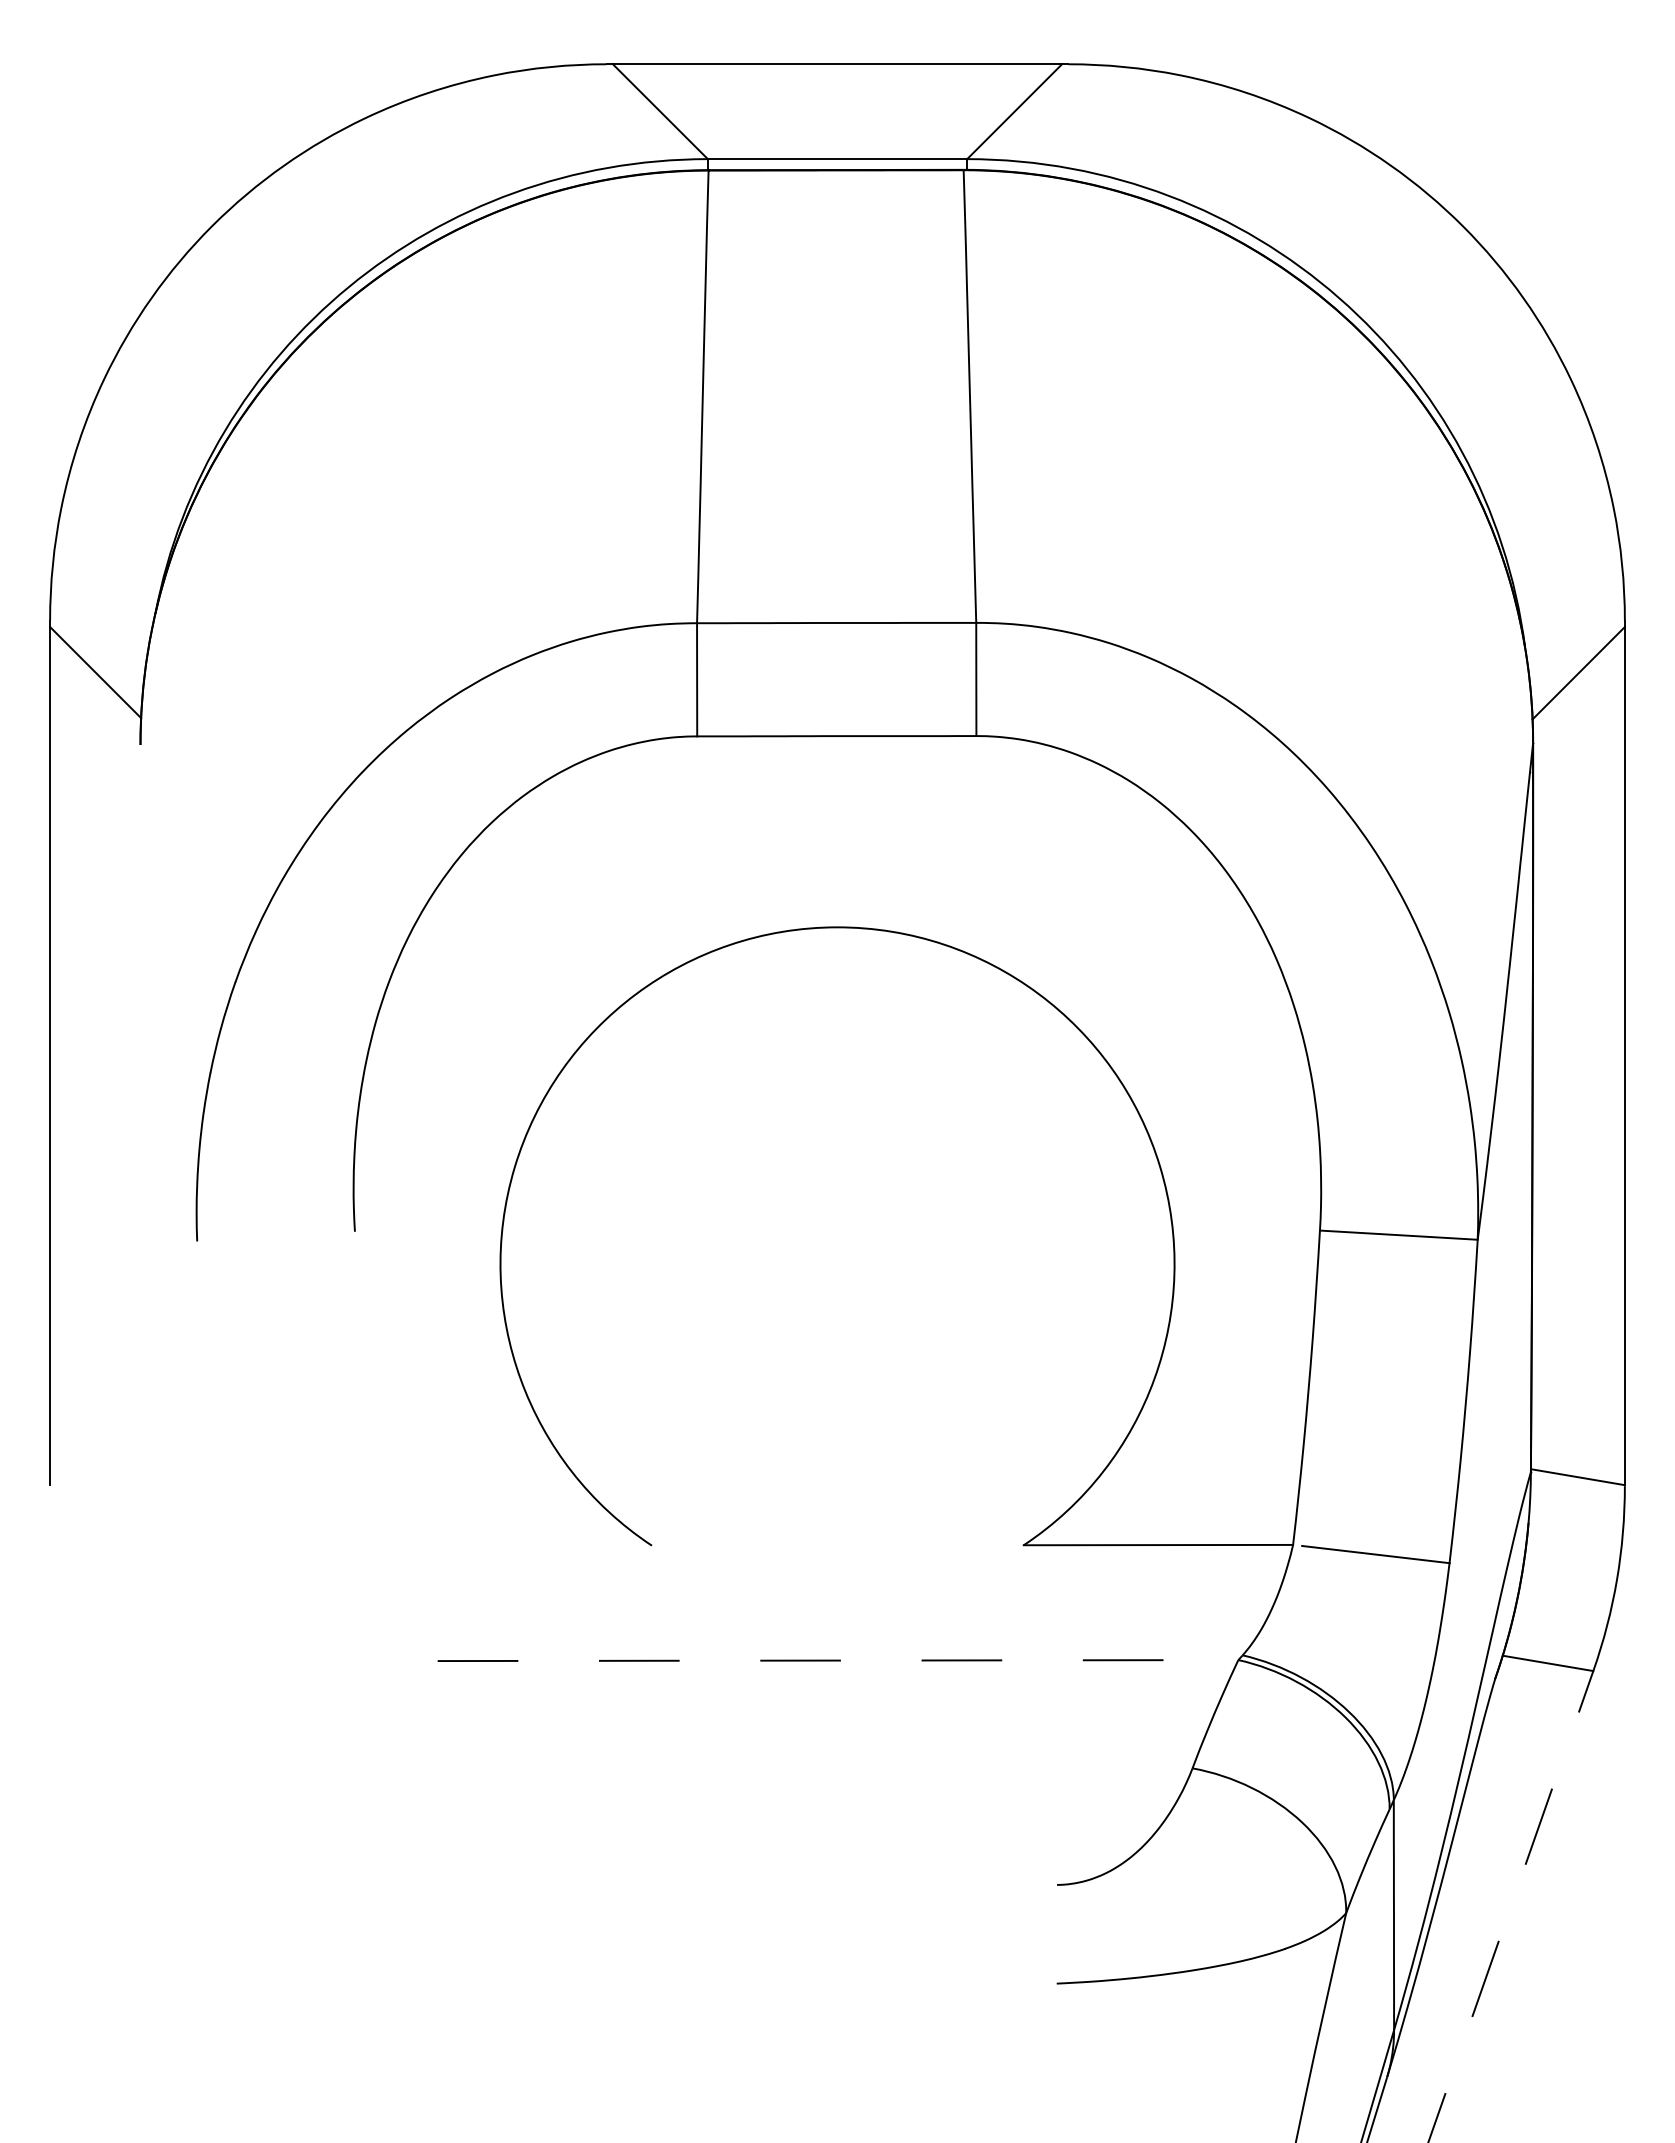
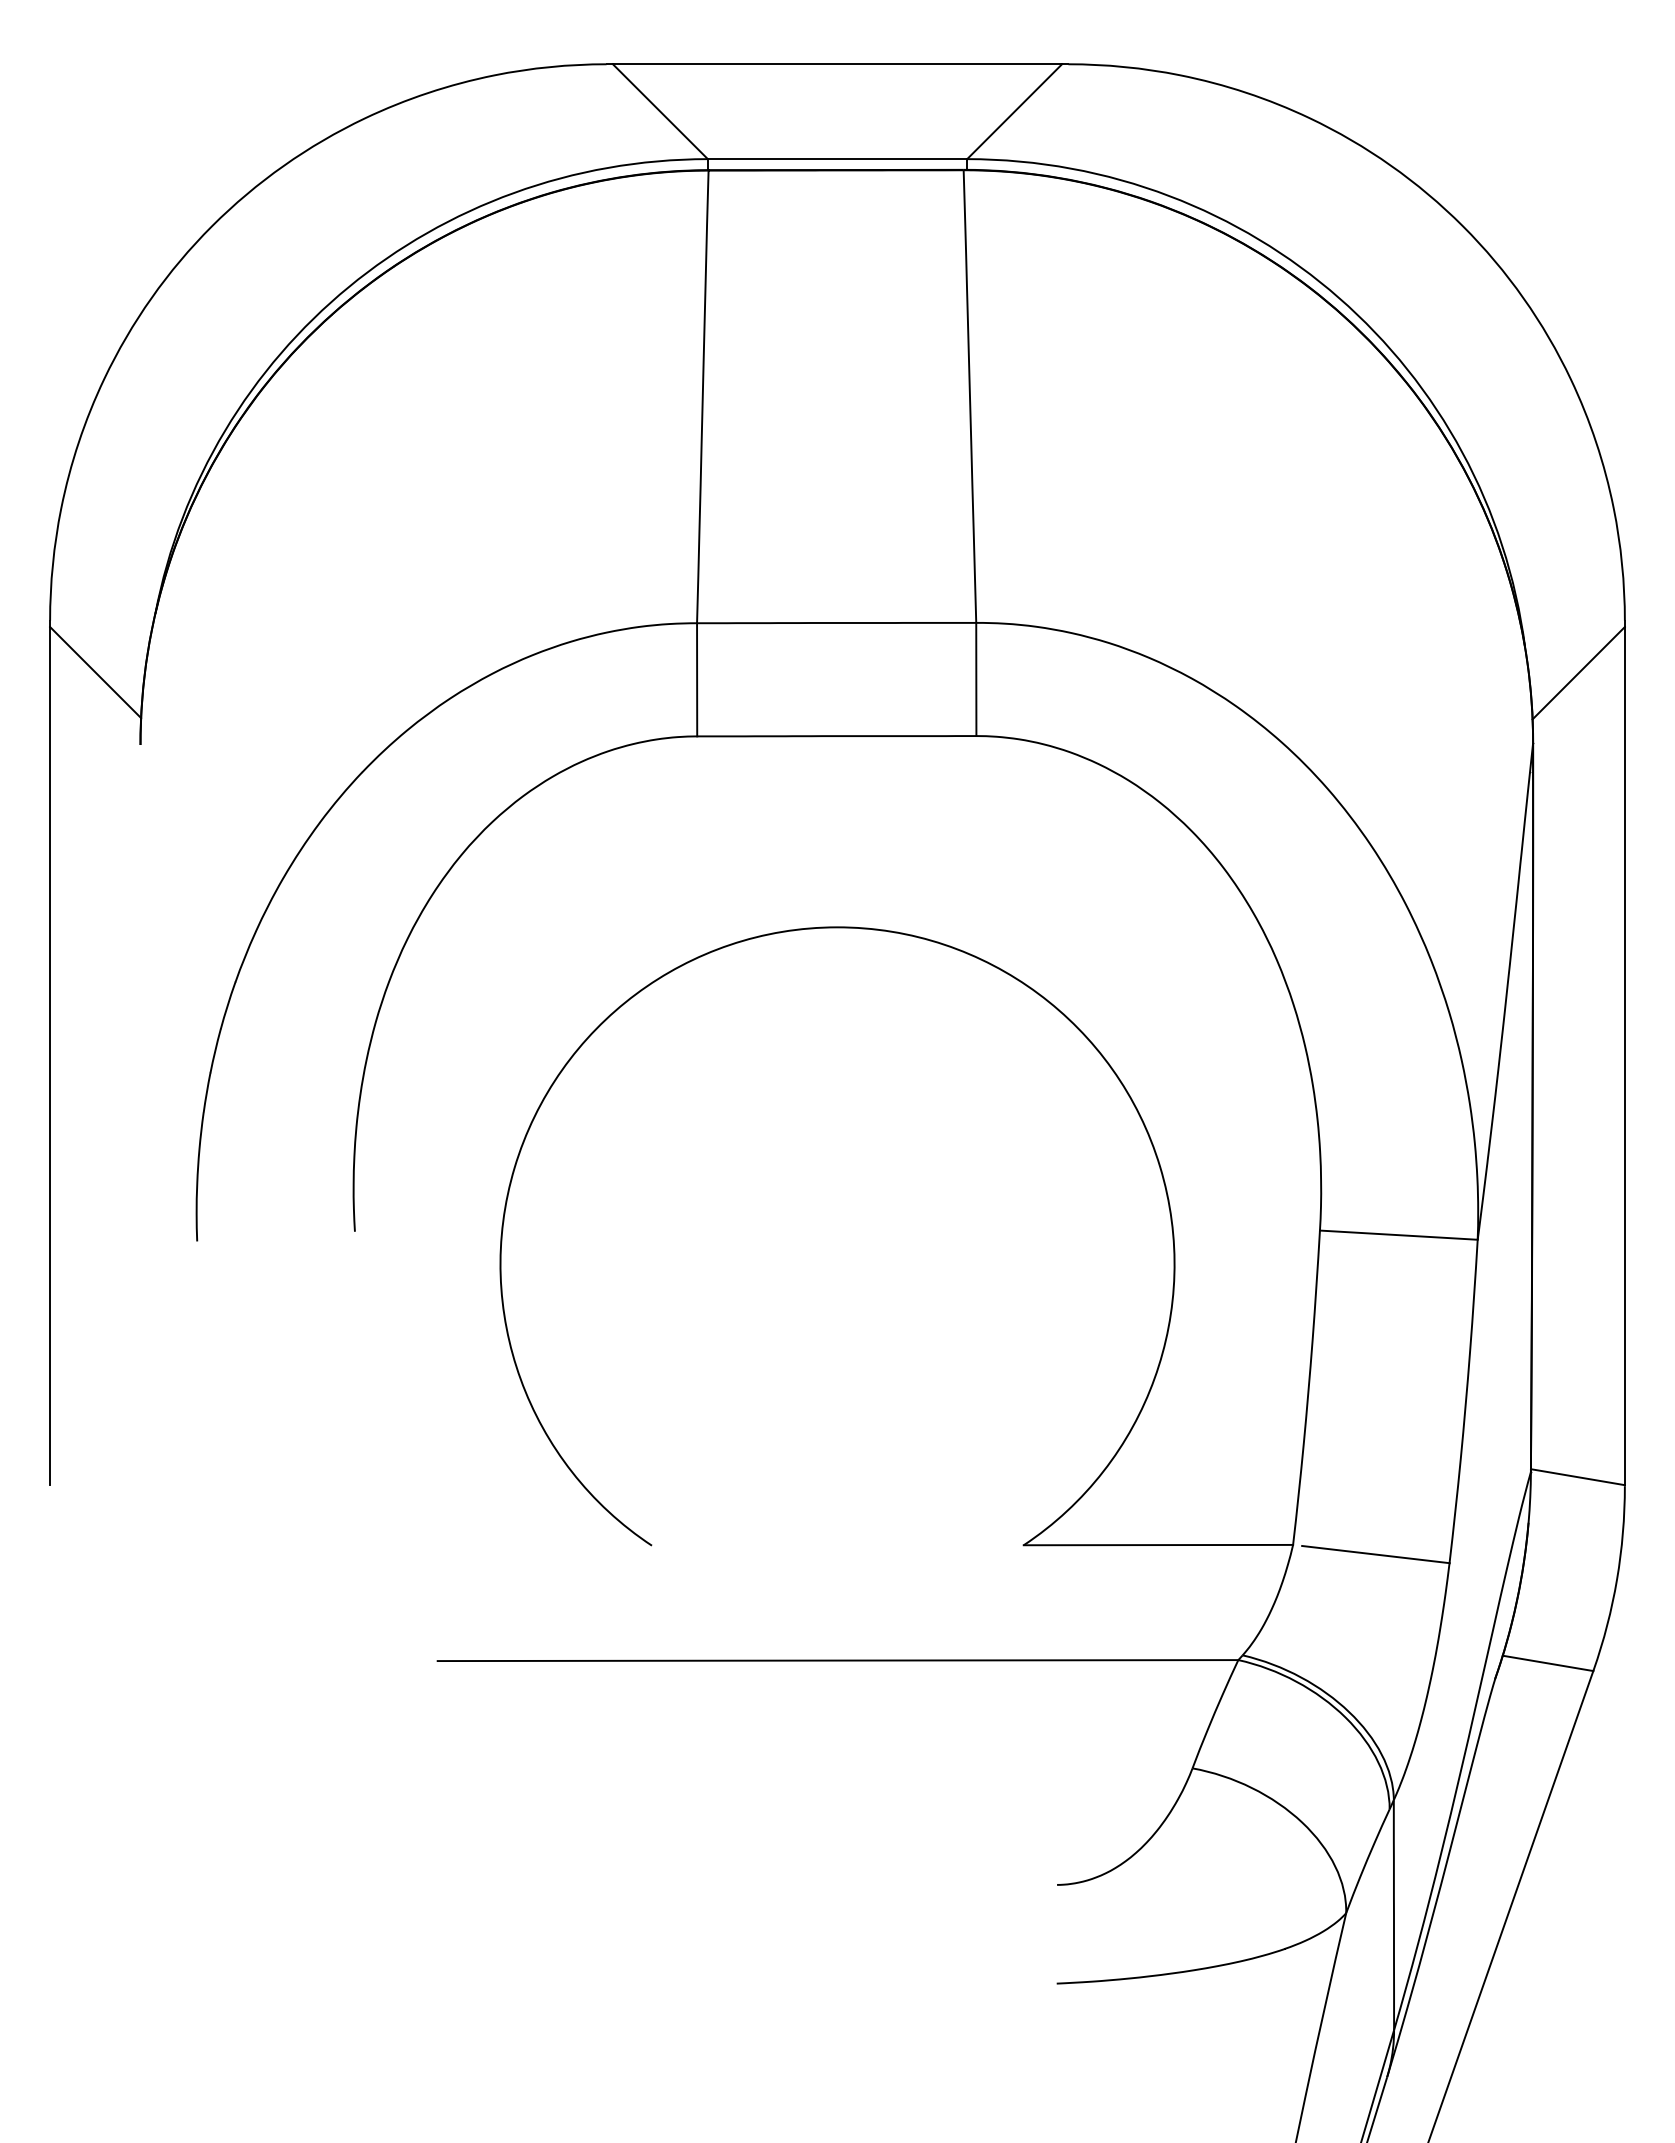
line at (838, 1660): dashed -> solid
line at (1510, 1907): dashed -> solid
